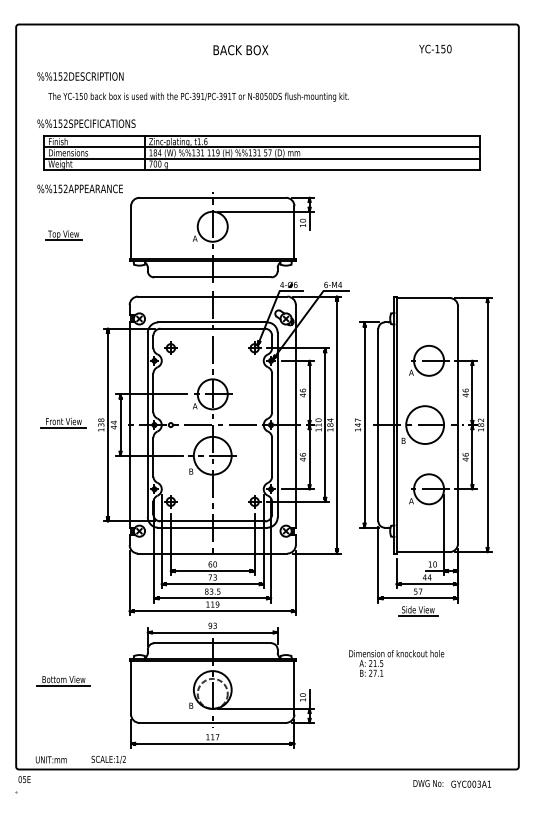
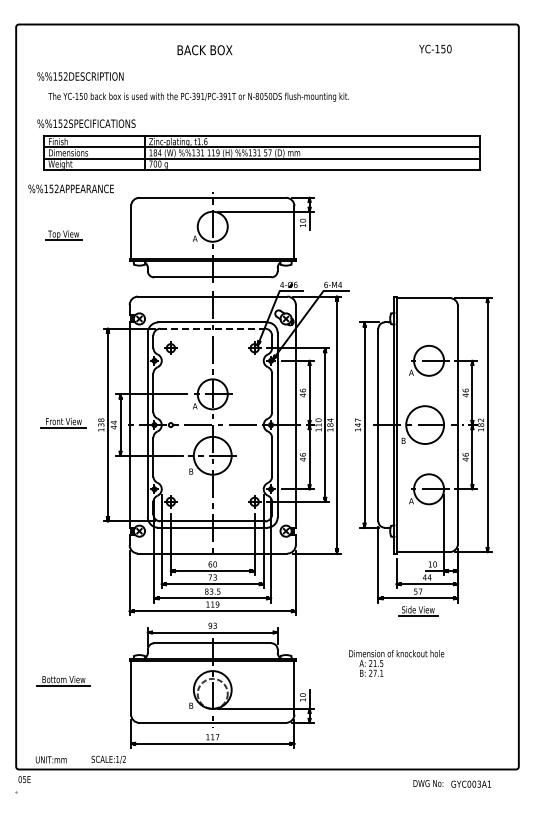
text at (240, 50) position: (240, 50) -> (204, 50)
text at (79, 188) position: (79, 188) -> (70, 188)
line at (213, 328): solid -> dashed
